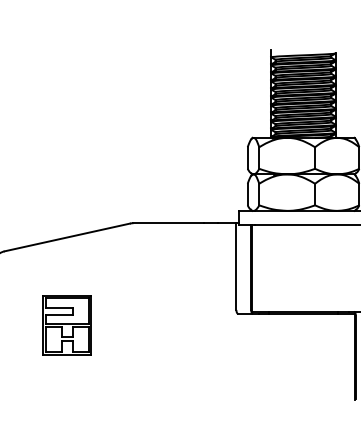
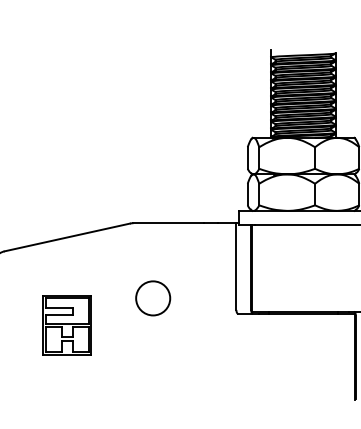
circle at (153, 298): none -> present
